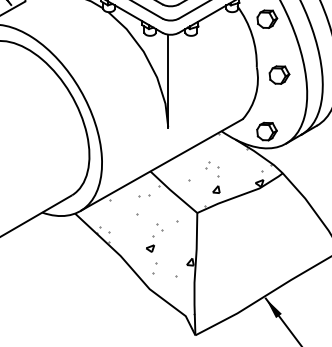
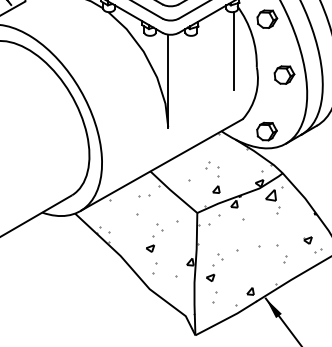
line at (233, 51): none -> present
part at (279, 74) position: (279, 74) -> (284, 74)
hatch at (259, 245): none -> present
